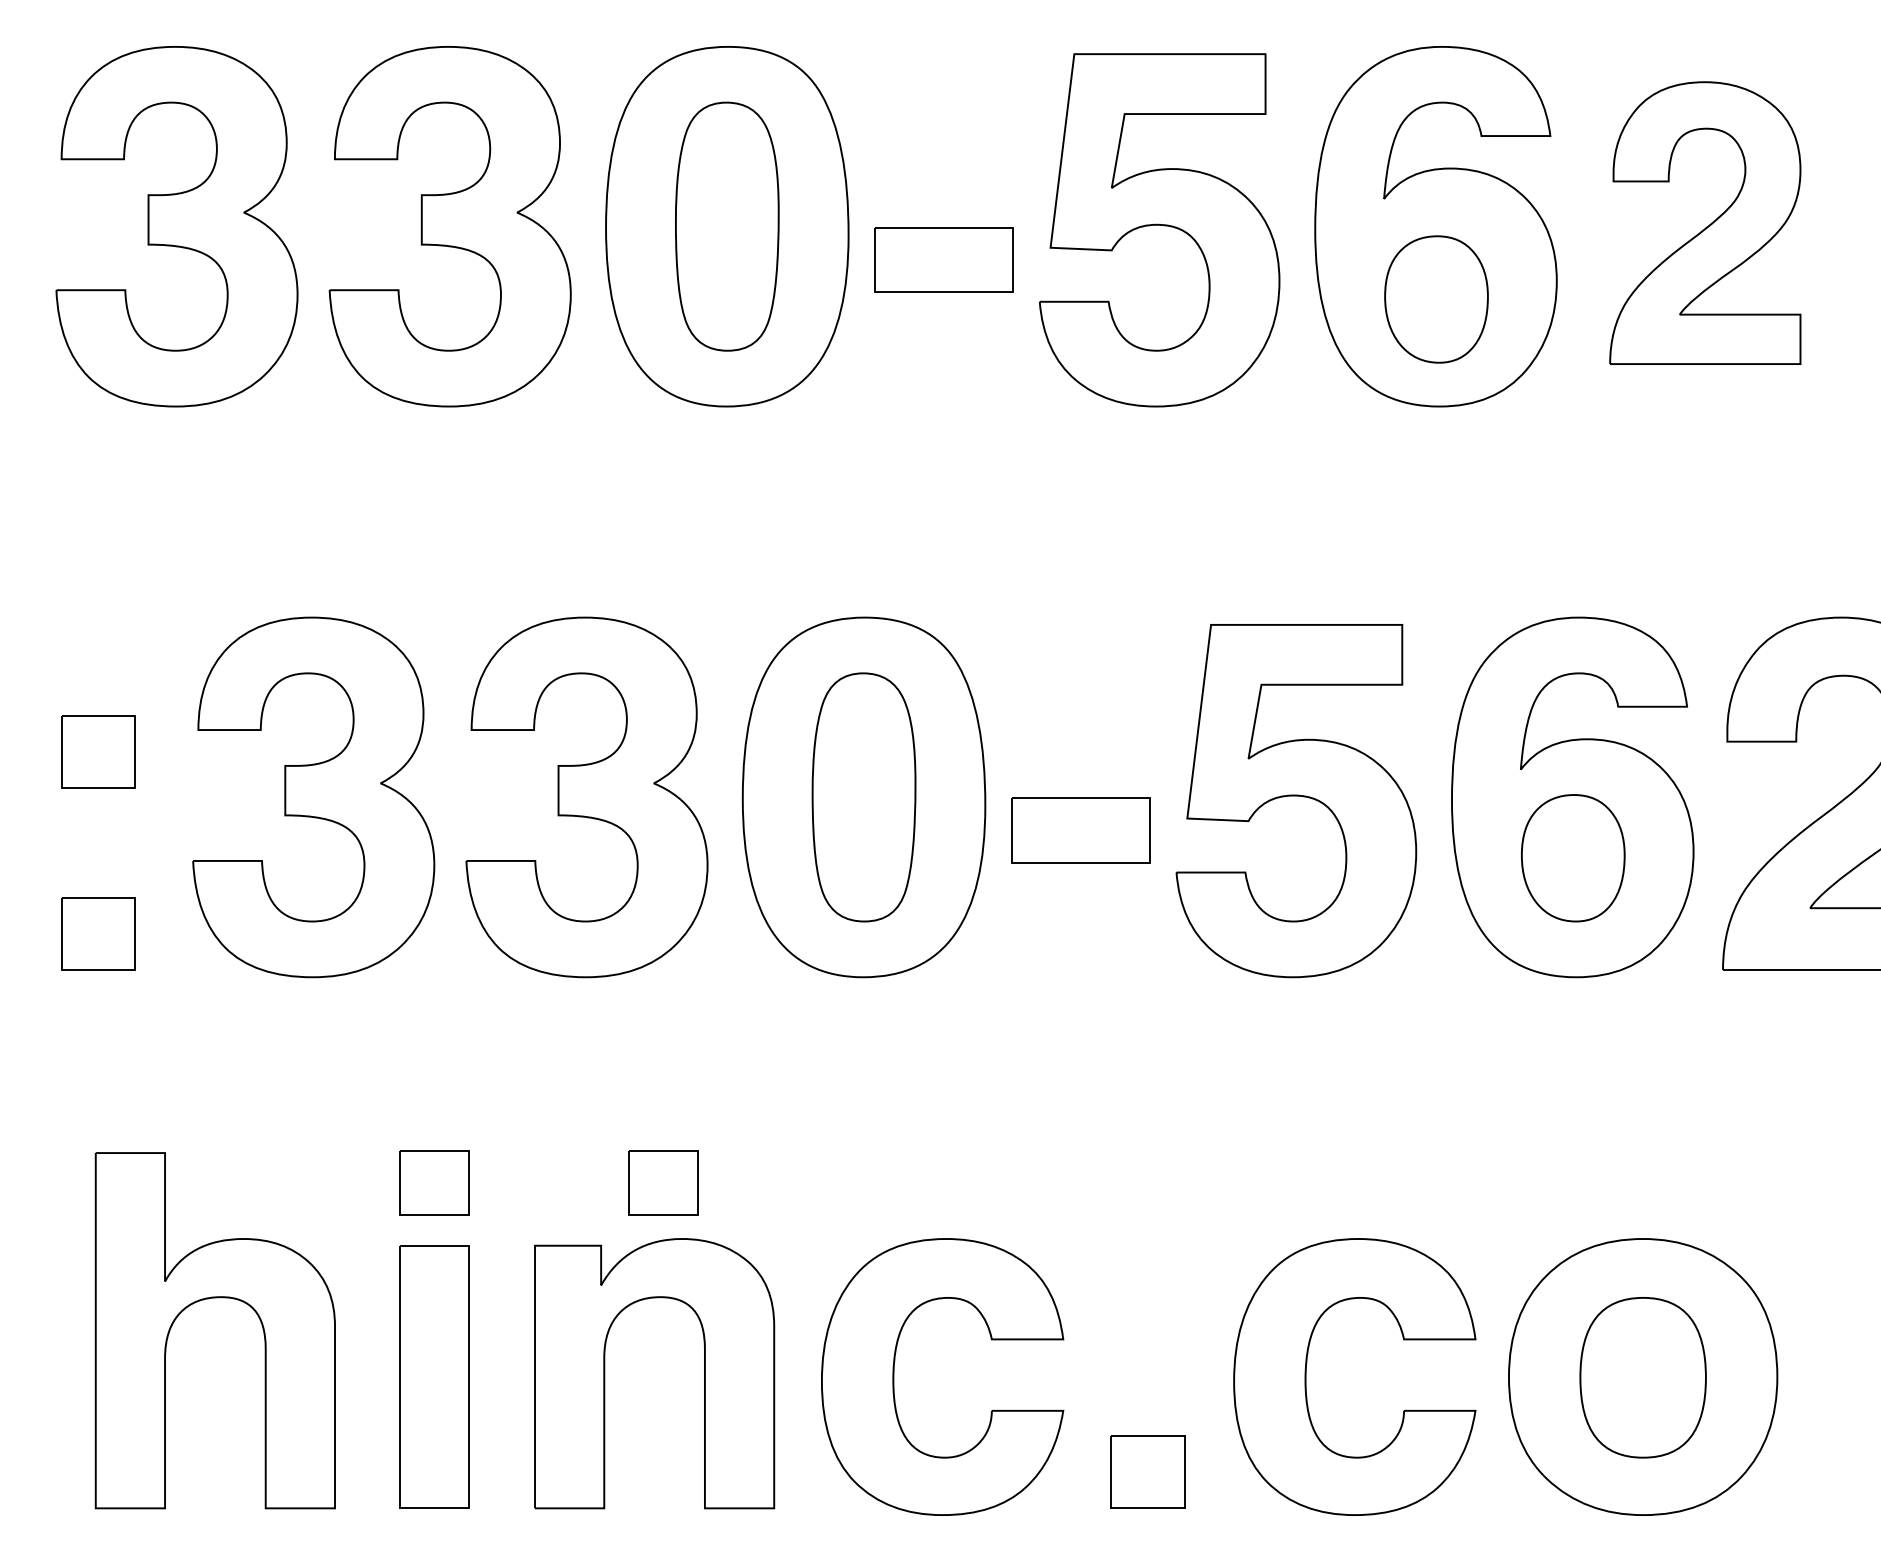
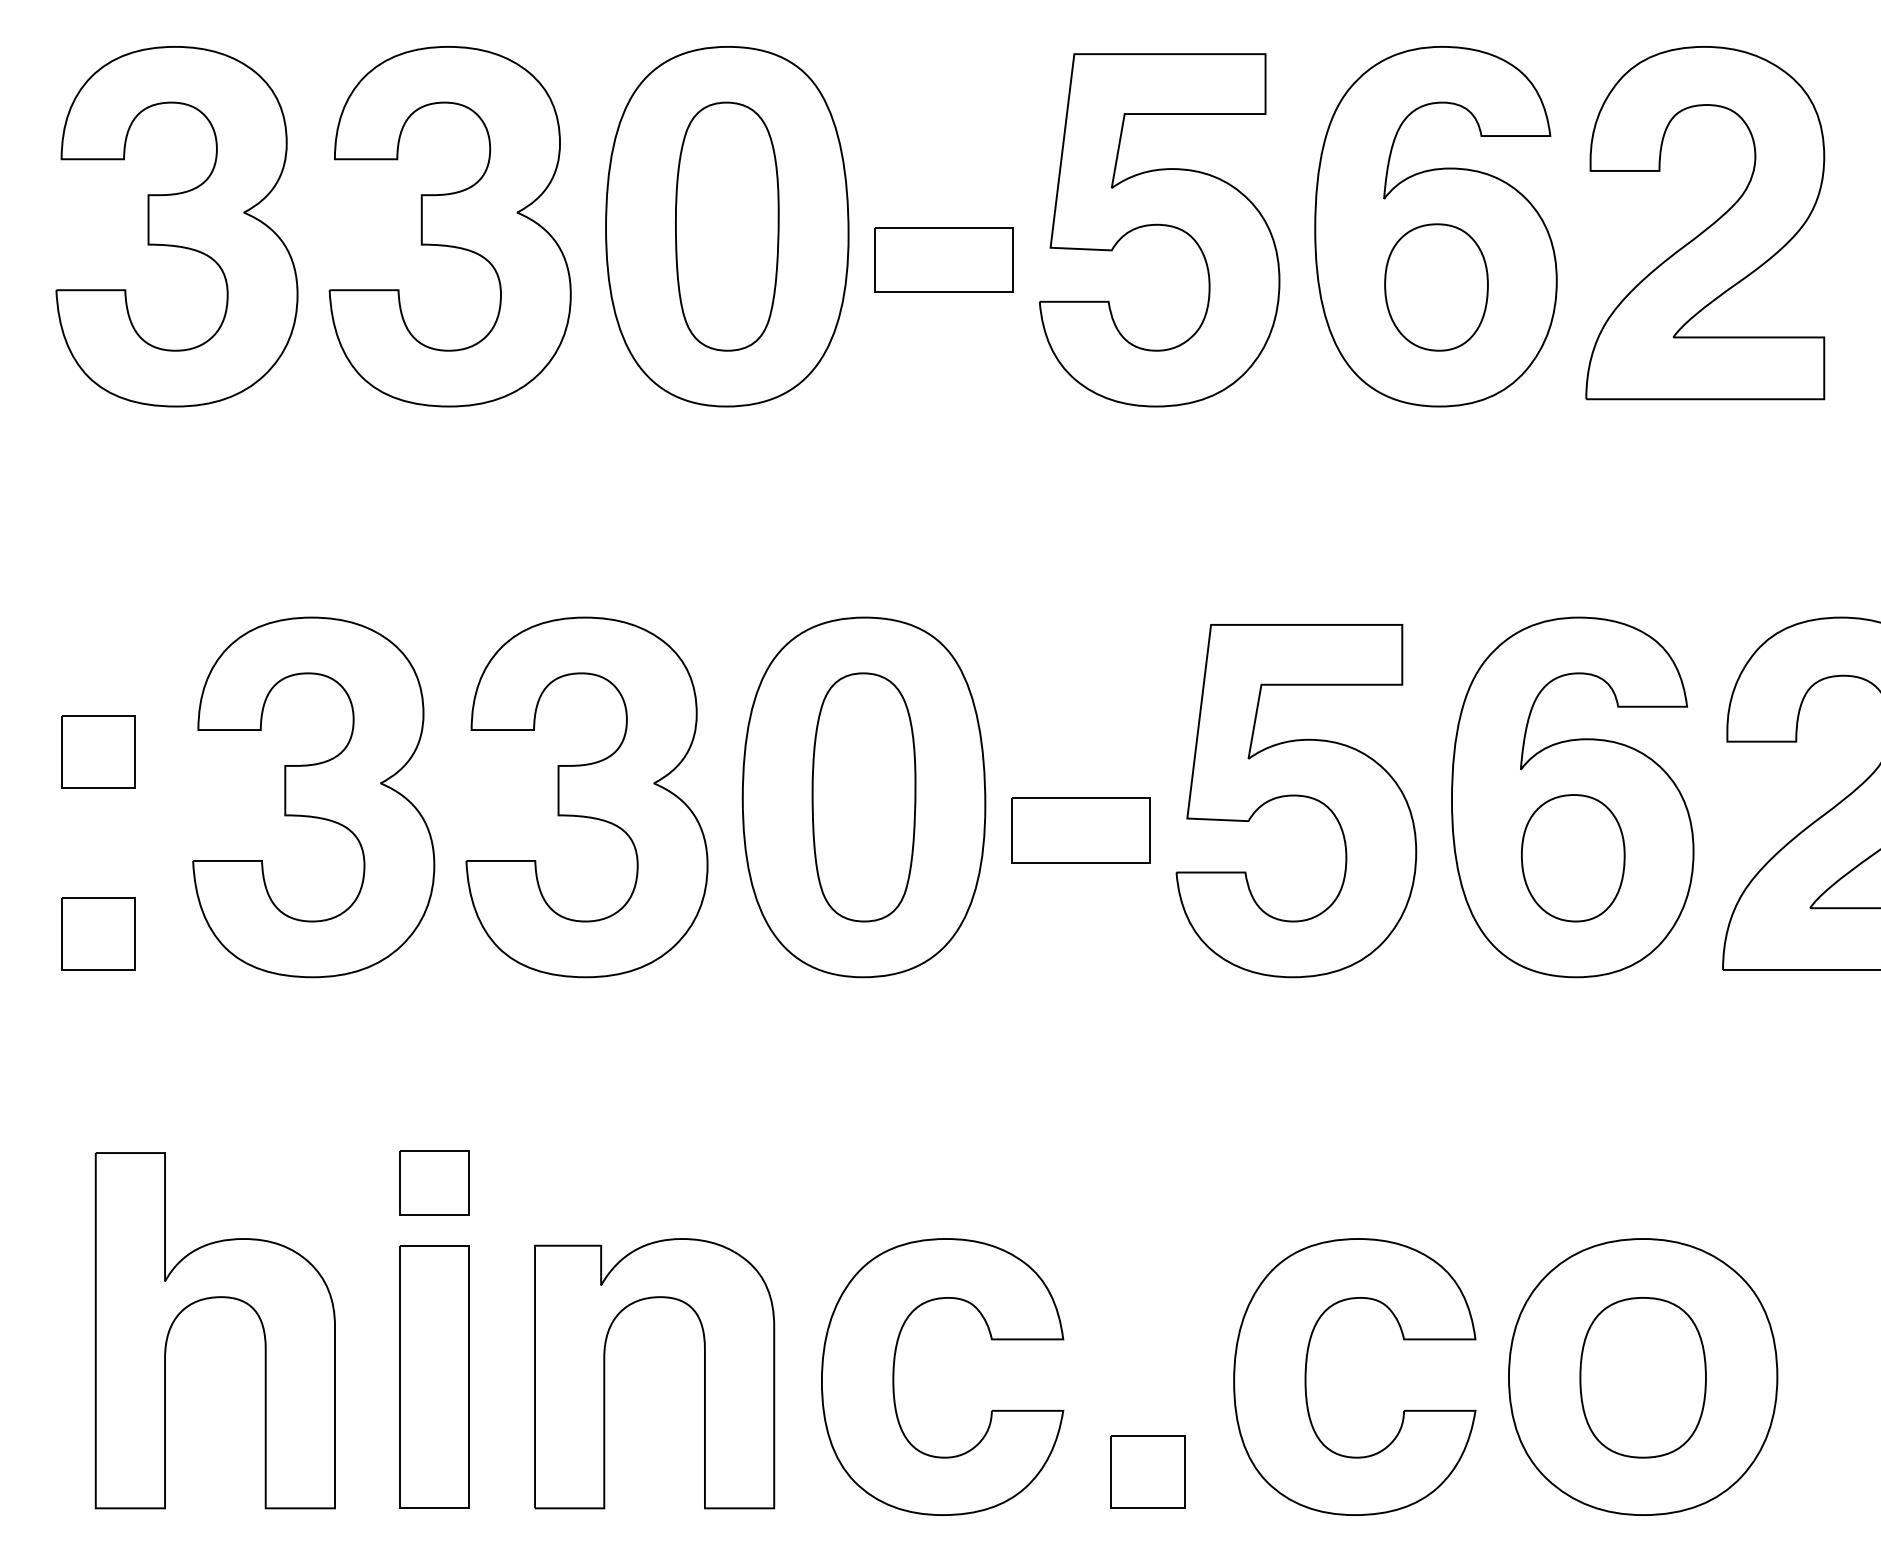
part at (1705, 222) size: 193x284 px -> 241x355 px
part at (1436, 299) position: (1436, 299) -> (1436, 287)
part at (663, 1182): present -> none
